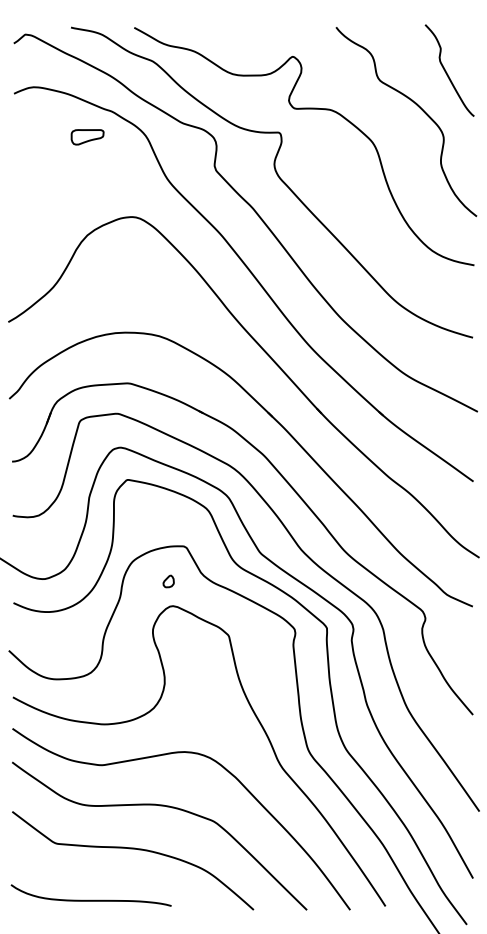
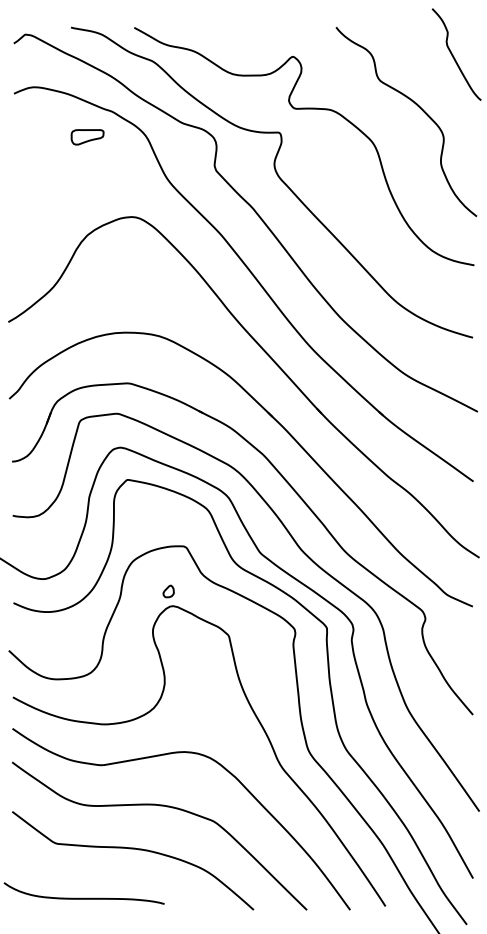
curve at (447, 72) position: (447, 72) -> (454, 56)
part at (168, 581) position: (168, 581) -> (168, 591)
curve at (90, 899) position: (90, 899) -> (83, 897)
